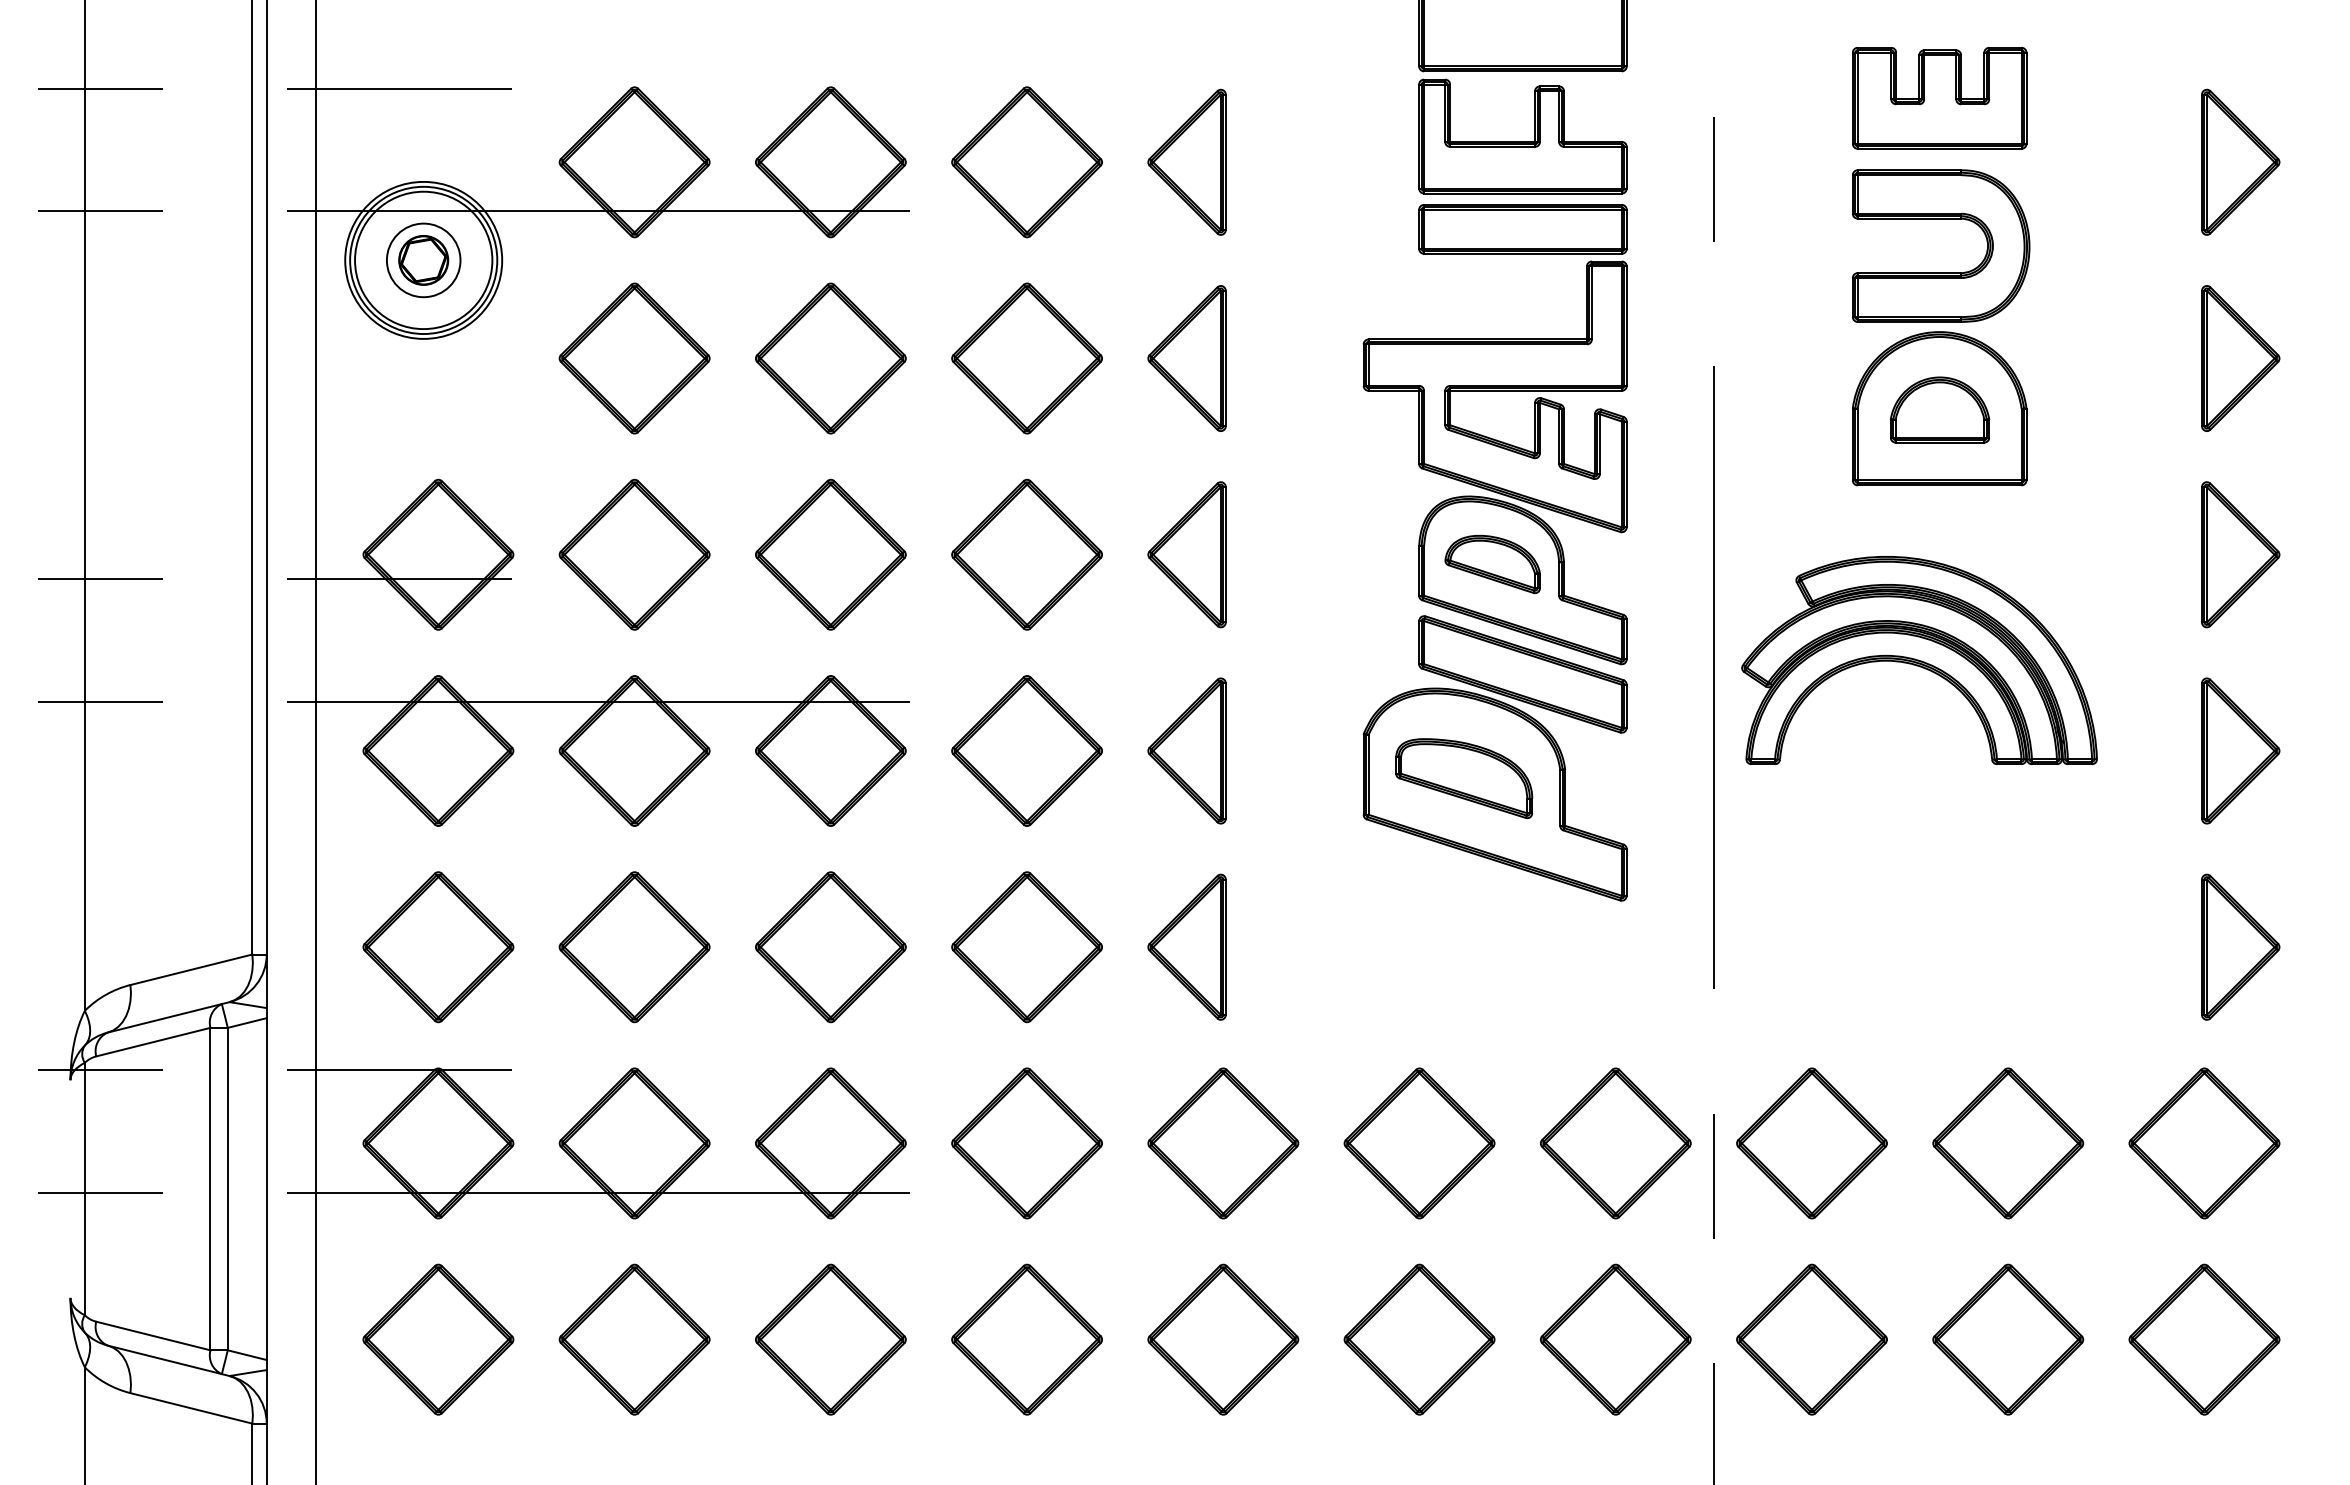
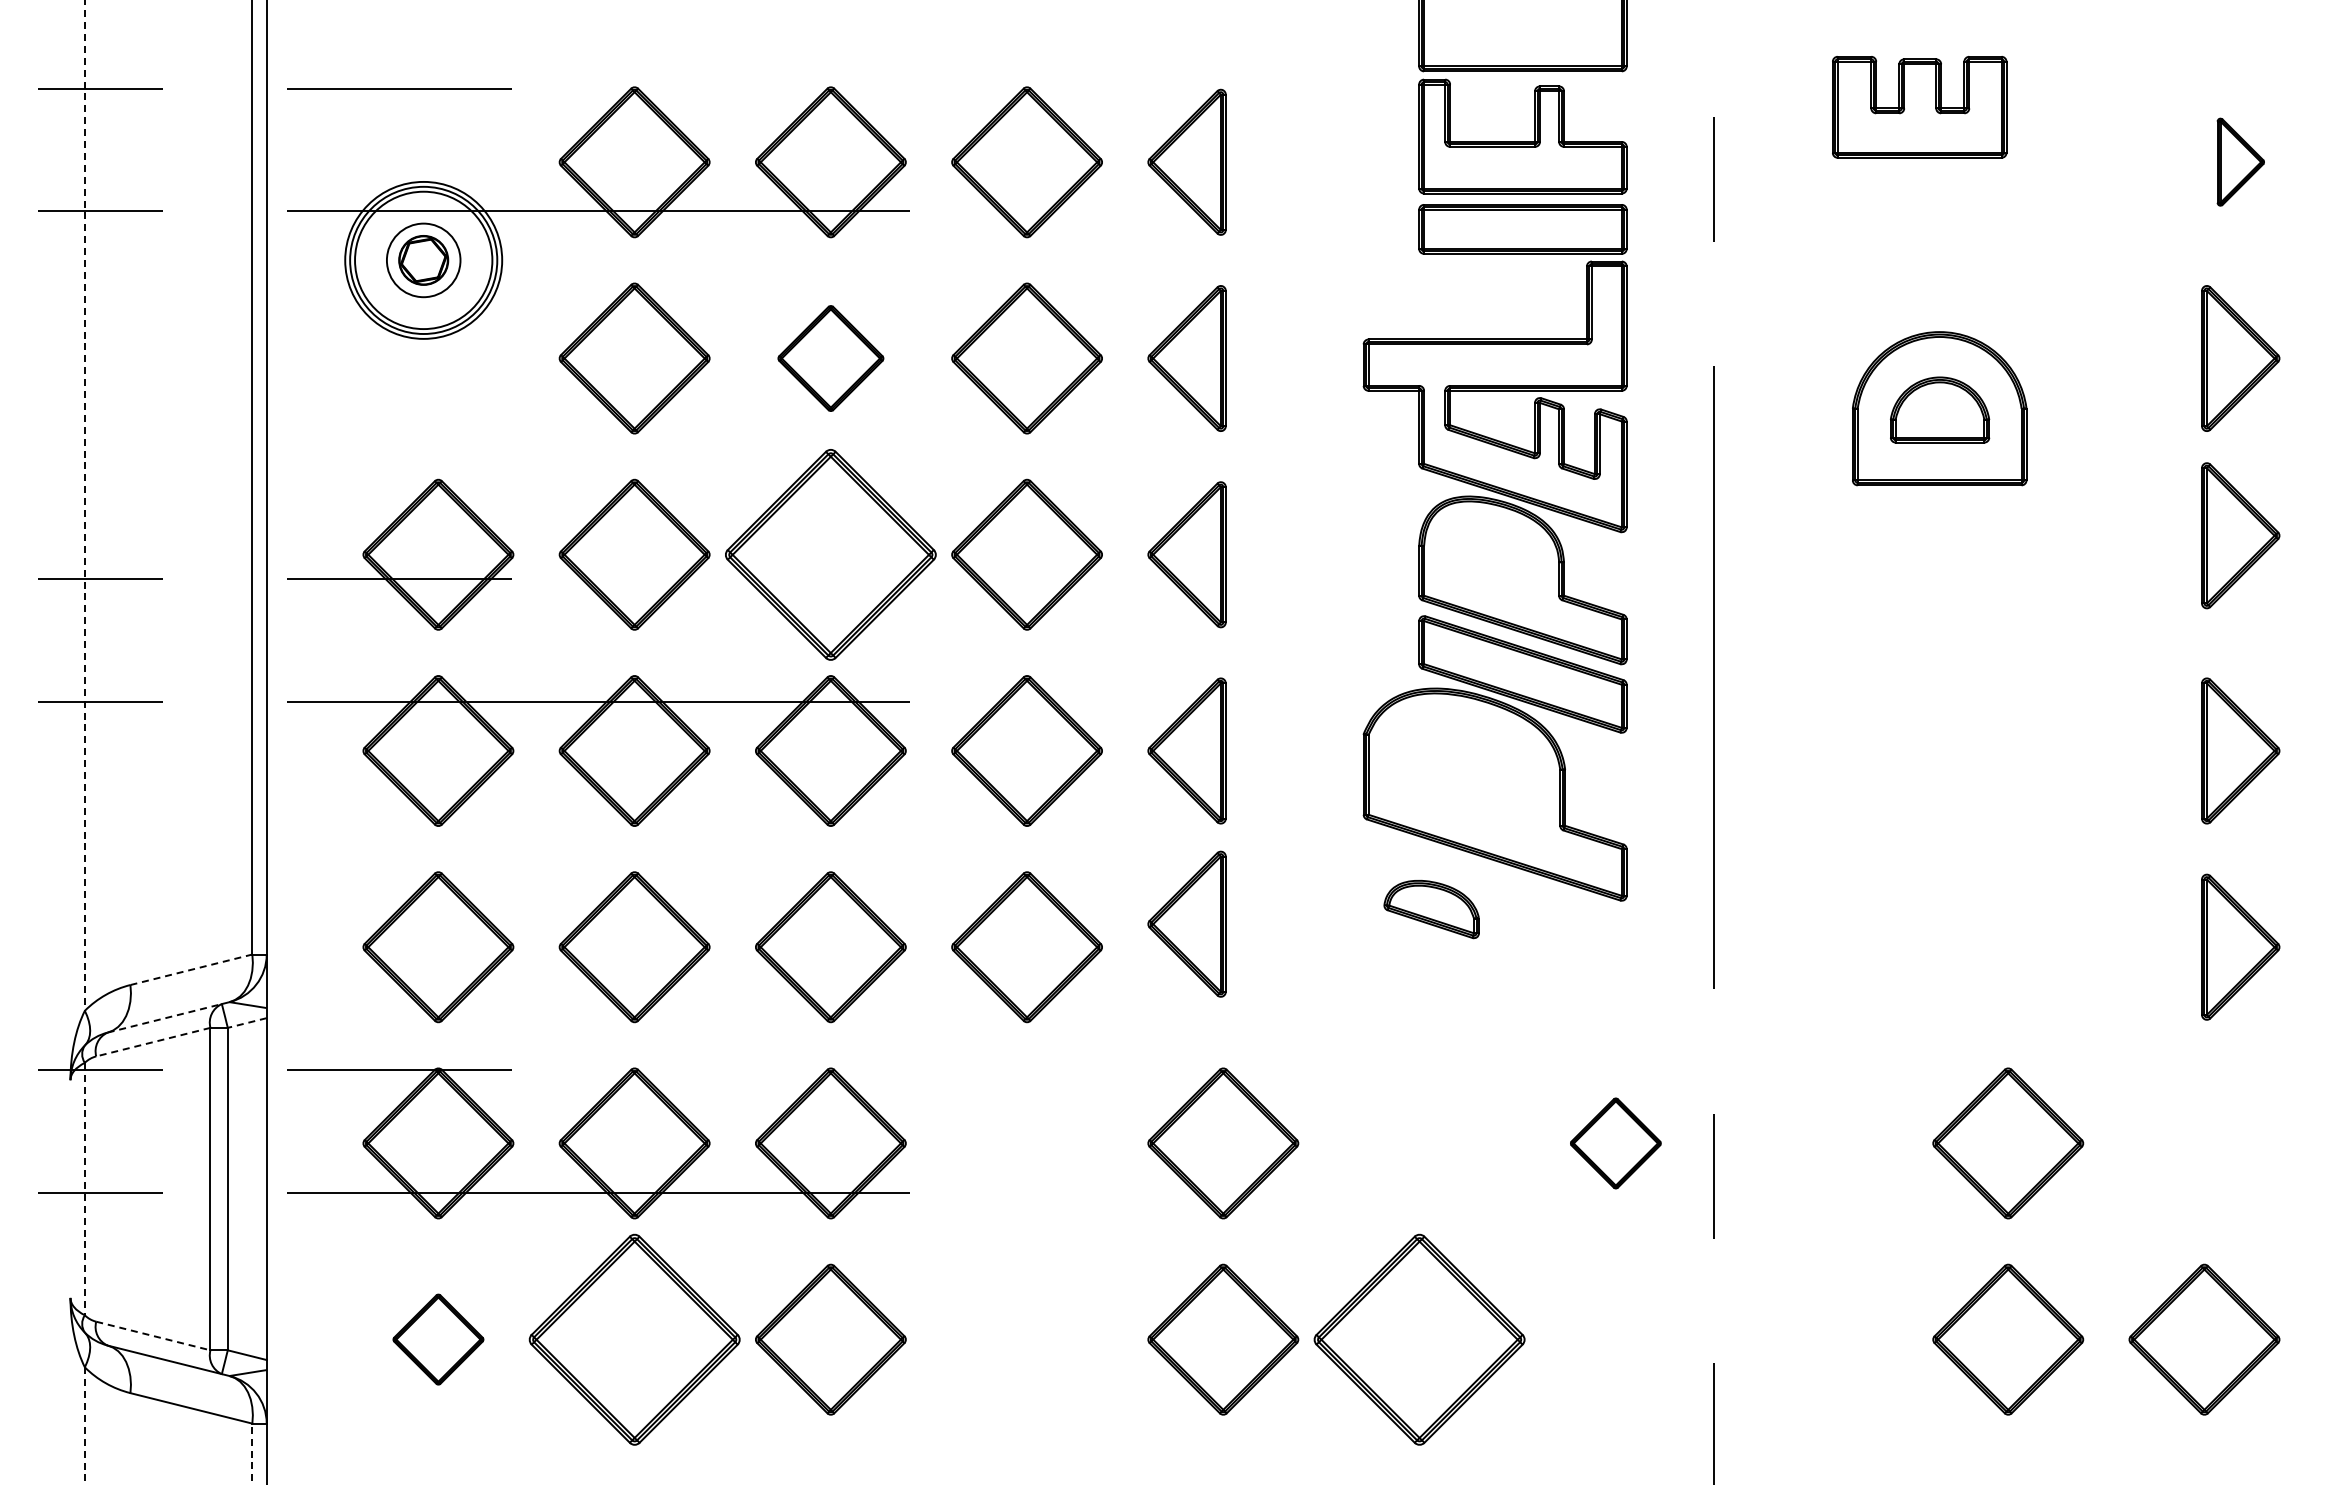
part at (1939, 98) position: (1939, 98) -> (1919, 107)
part at (2240, 161) size: 80x148 px -> 49x90 px
part at (1941, 219): present -> none
part at (830, 358) size: 152x153 px -> 108x107 px
line at (84, 505): solid -> dashed
part at (830, 554) size: 152x153 px -> 212x212 px
part at (2240, 554) position: (2240, 554) -> (2240, 535)
part at (1492, 564) position: (1492, 564) -> (1431, 909)
part at (1919, 660): present -> none
line at (315, 741): present -> none
part at (1464, 778): present -> none
part at (1186, 946) position: (1186, 946) -> (1186, 923)
line at (191, 969): solid -> dashed
line at (164, 1018): solid -> dashed
line at (246, 1023): solid -> dashed
line at (153, 1042): solid -> dashed
part at (1026, 1143): present -> none
part at (1419, 1143): present -> none
part at (1615, 1143) size: 152x153 px -> 92x93 px
part at (1811, 1143): present -> none
part at (2204, 1143): present -> none
line at (84, 1189): solid -> dashed
line at (153, 1336): solid -> dashed
part at (438, 1339) size: 153x153 px -> 93x93 px
part at (634, 1339) size: 153x153 px -> 213x213 px
part at (1026, 1339): present -> none
part at (1419, 1339) size: 153x153 px -> 213x213 px
part at (1615, 1339): present -> none
part at (1811, 1339): present -> none
line at (84, 1426): solid -> dashed
line at (252, 1453): solid -> dashed
